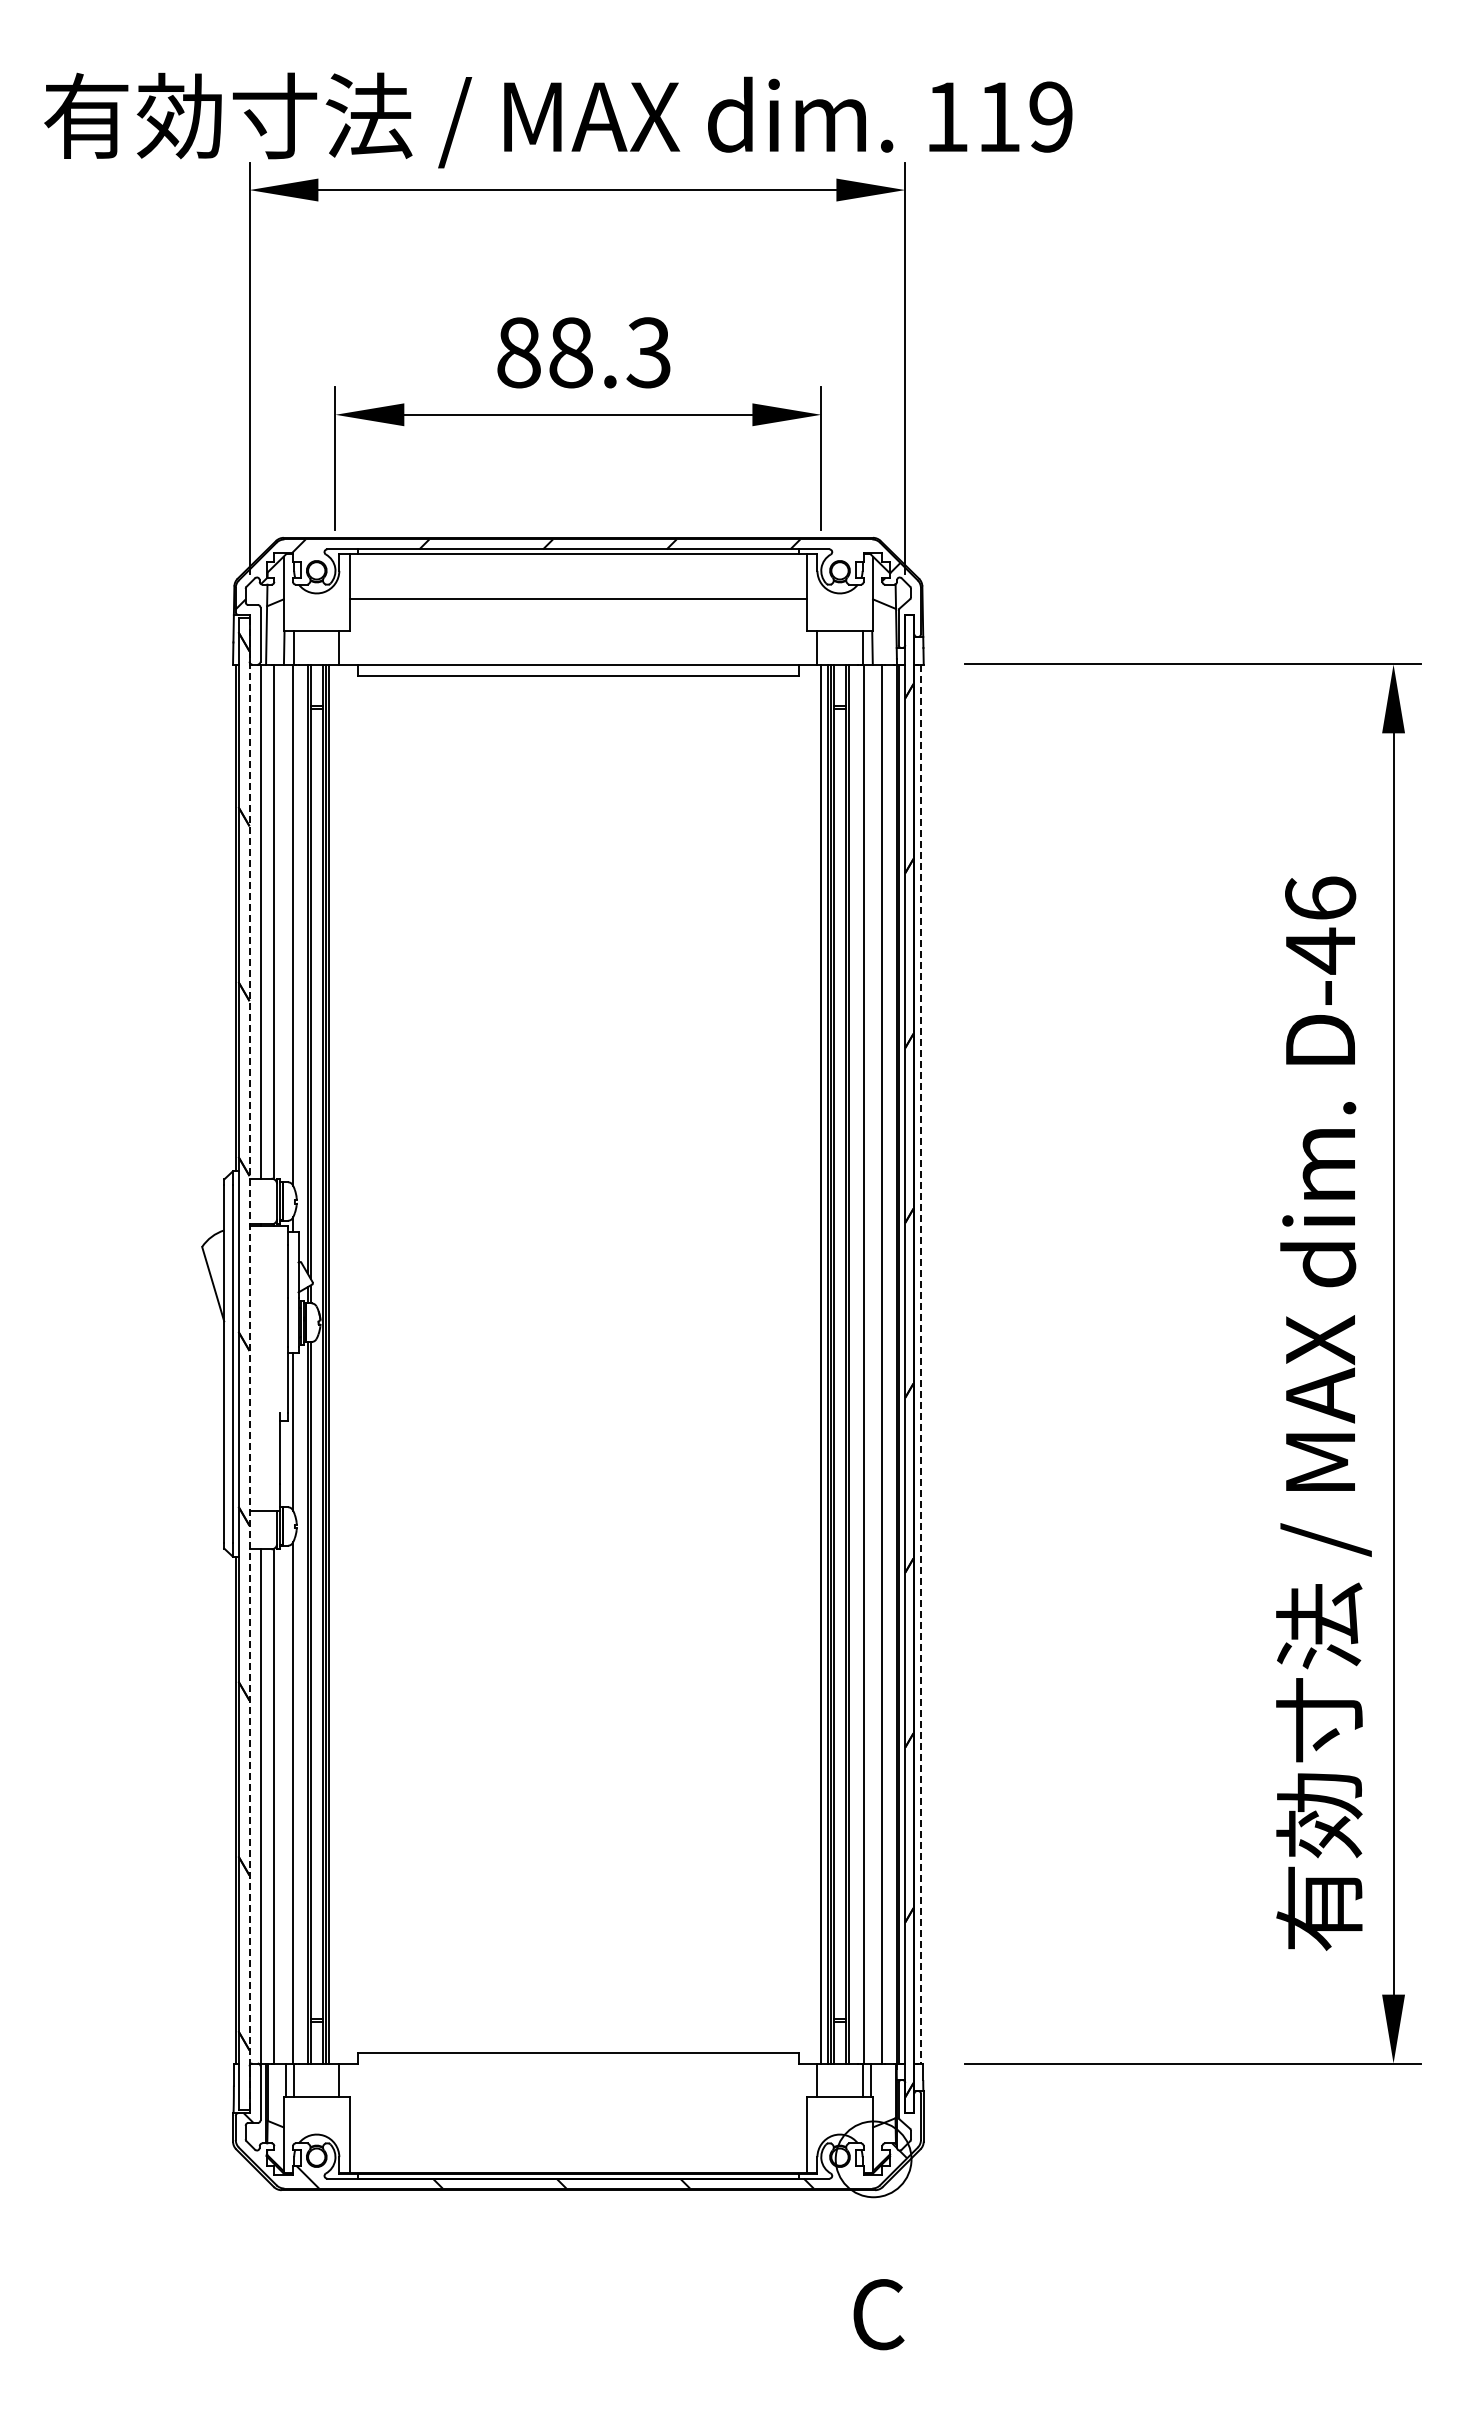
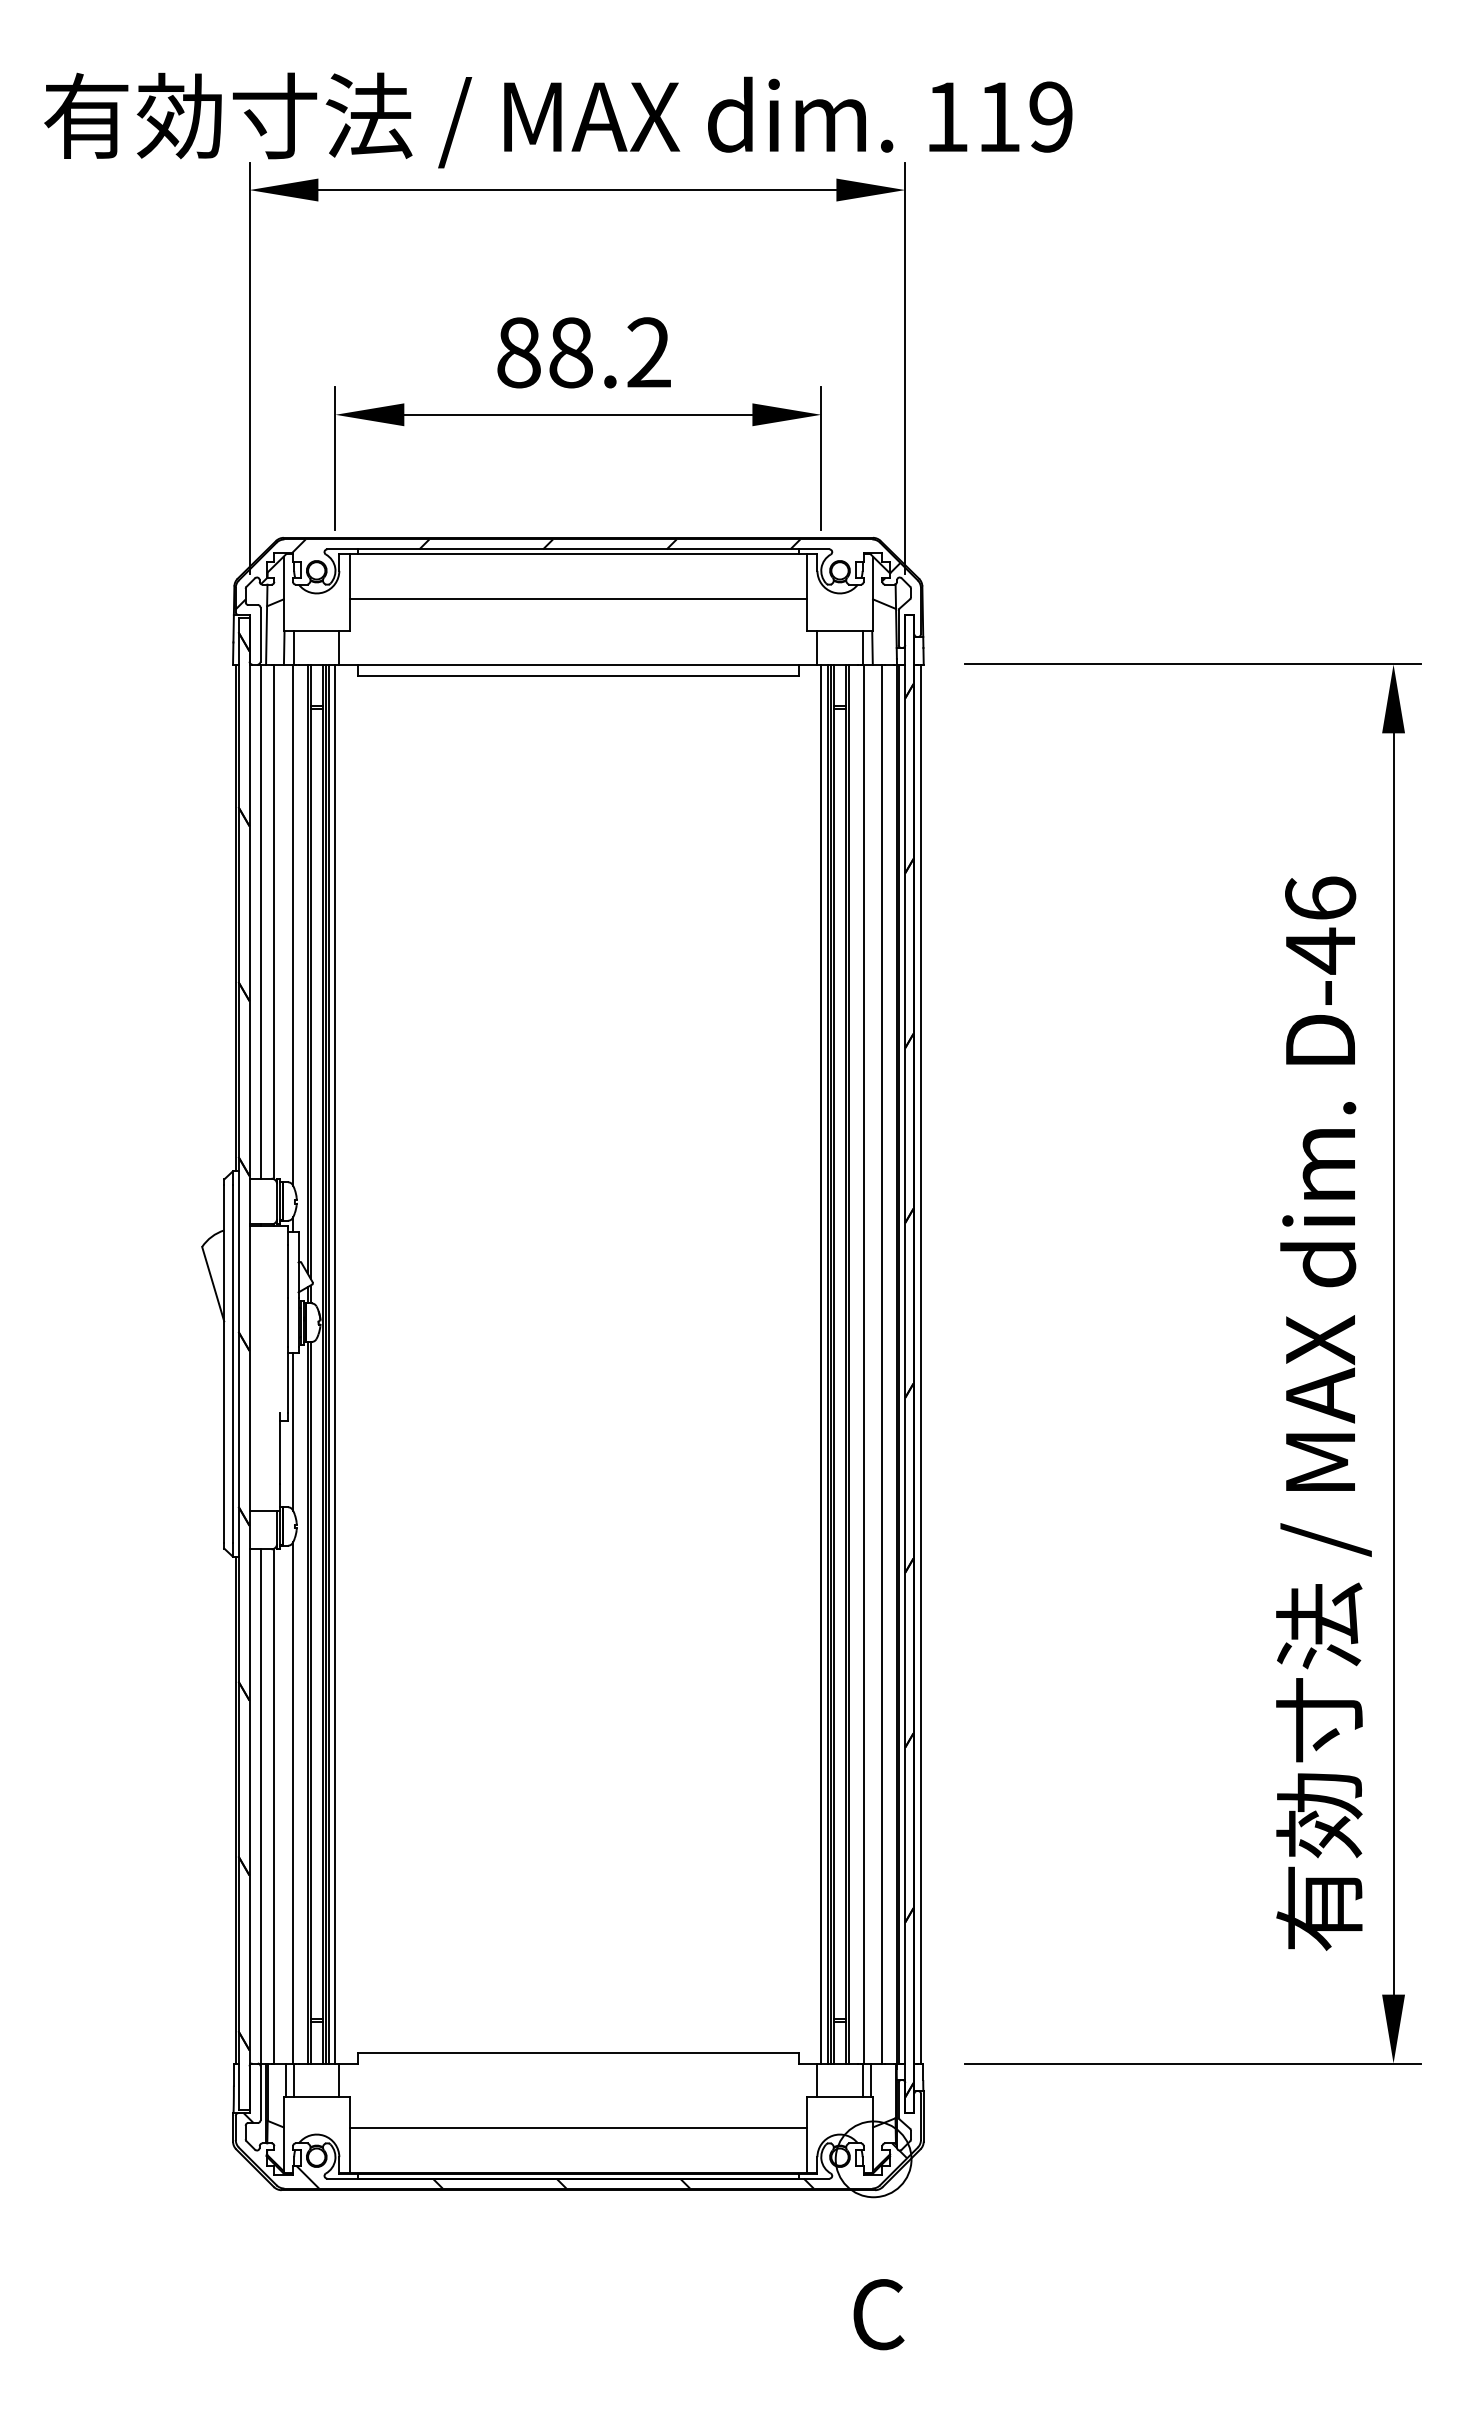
text at (648, 352): 88.3 -> 88.2
line at (249, 1363): dashed -> solid
line at (335, 1363): none -> present
line at (920, 1364): dashed -> solid
line at (577, 2128): none -> present
